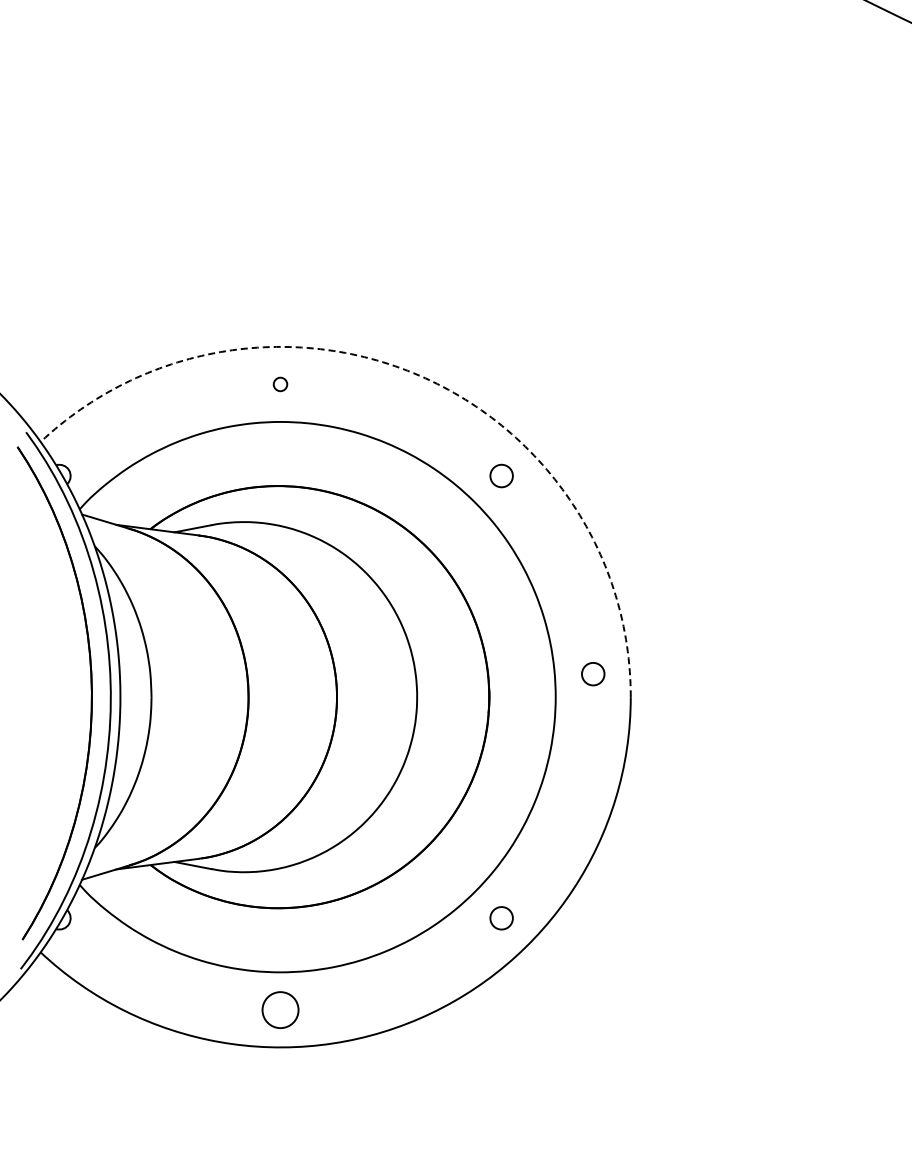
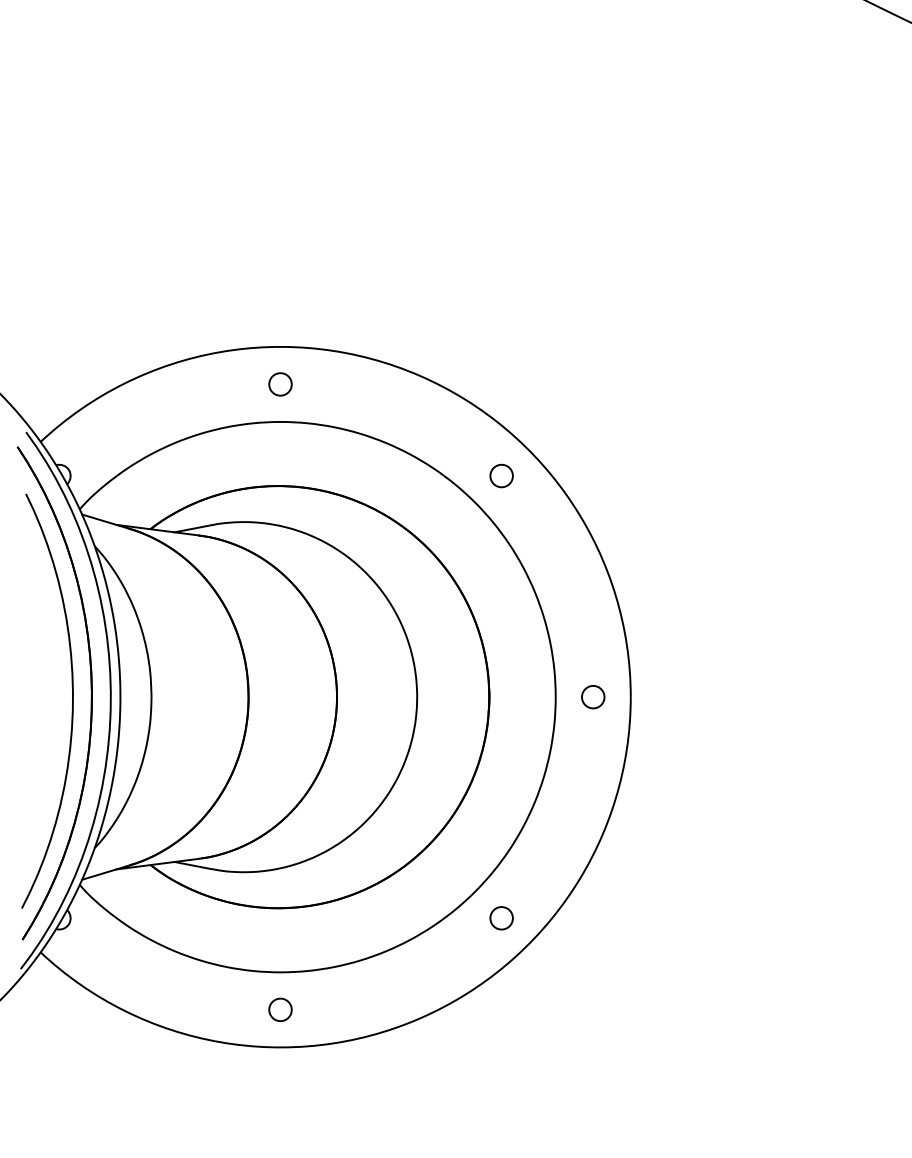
arc at (419, 375): dashed -> solid
circle at (280, 384) size: 17x17 px -> 25x25 px
circle at (593, 674) position: (593, 674) -> (593, 697)
curve at (72, 700): none -> present
circle at (280, 1009) size: 39x38 px -> 25x25 px
